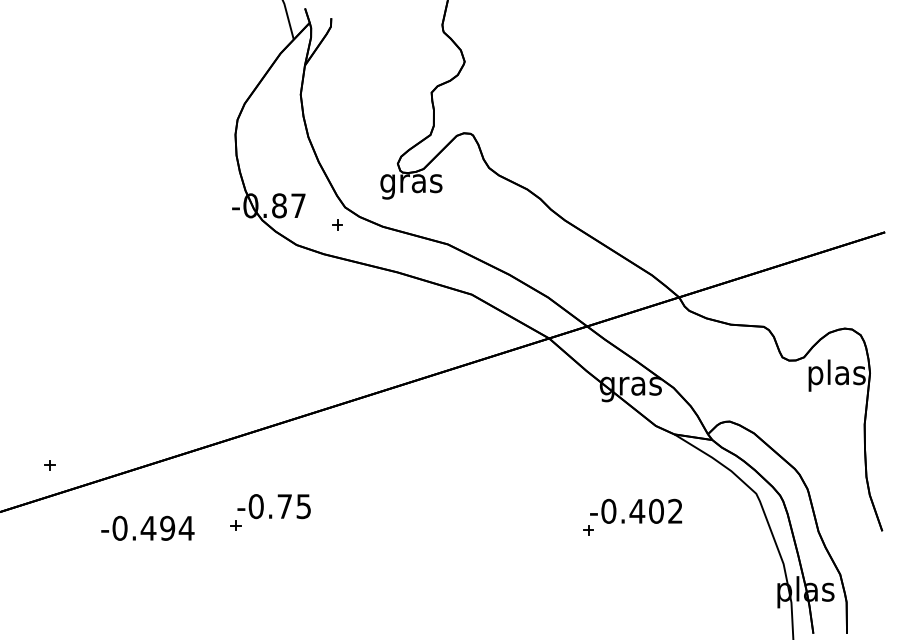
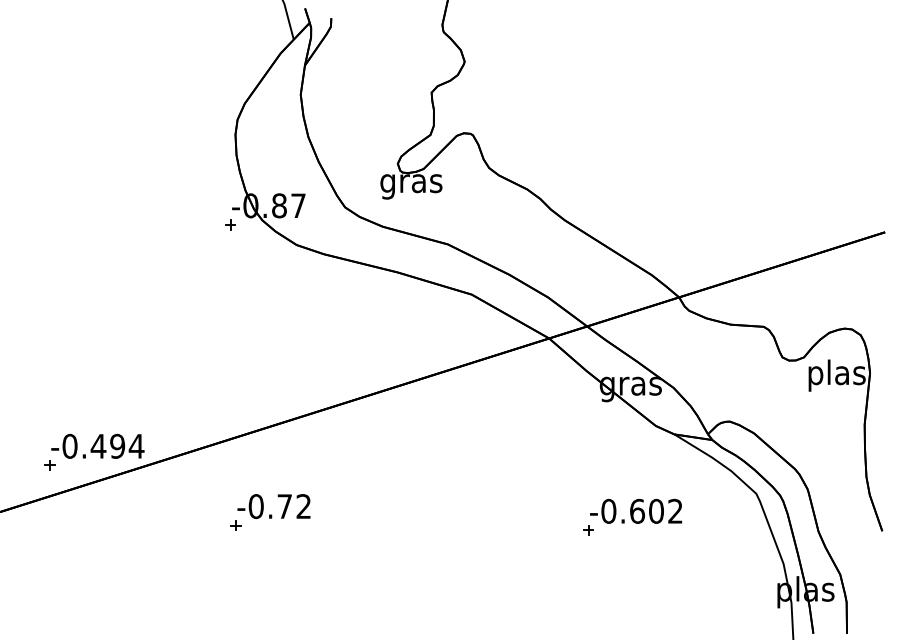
part at (337, 224) position: (337, 224) -> (230, 224)
text at (303, 506): -0.75 -> -0.72
text at (637, 510): -0.402 -> -0.602
text at (147, 527) position: (147, 527) -> (97, 445)
